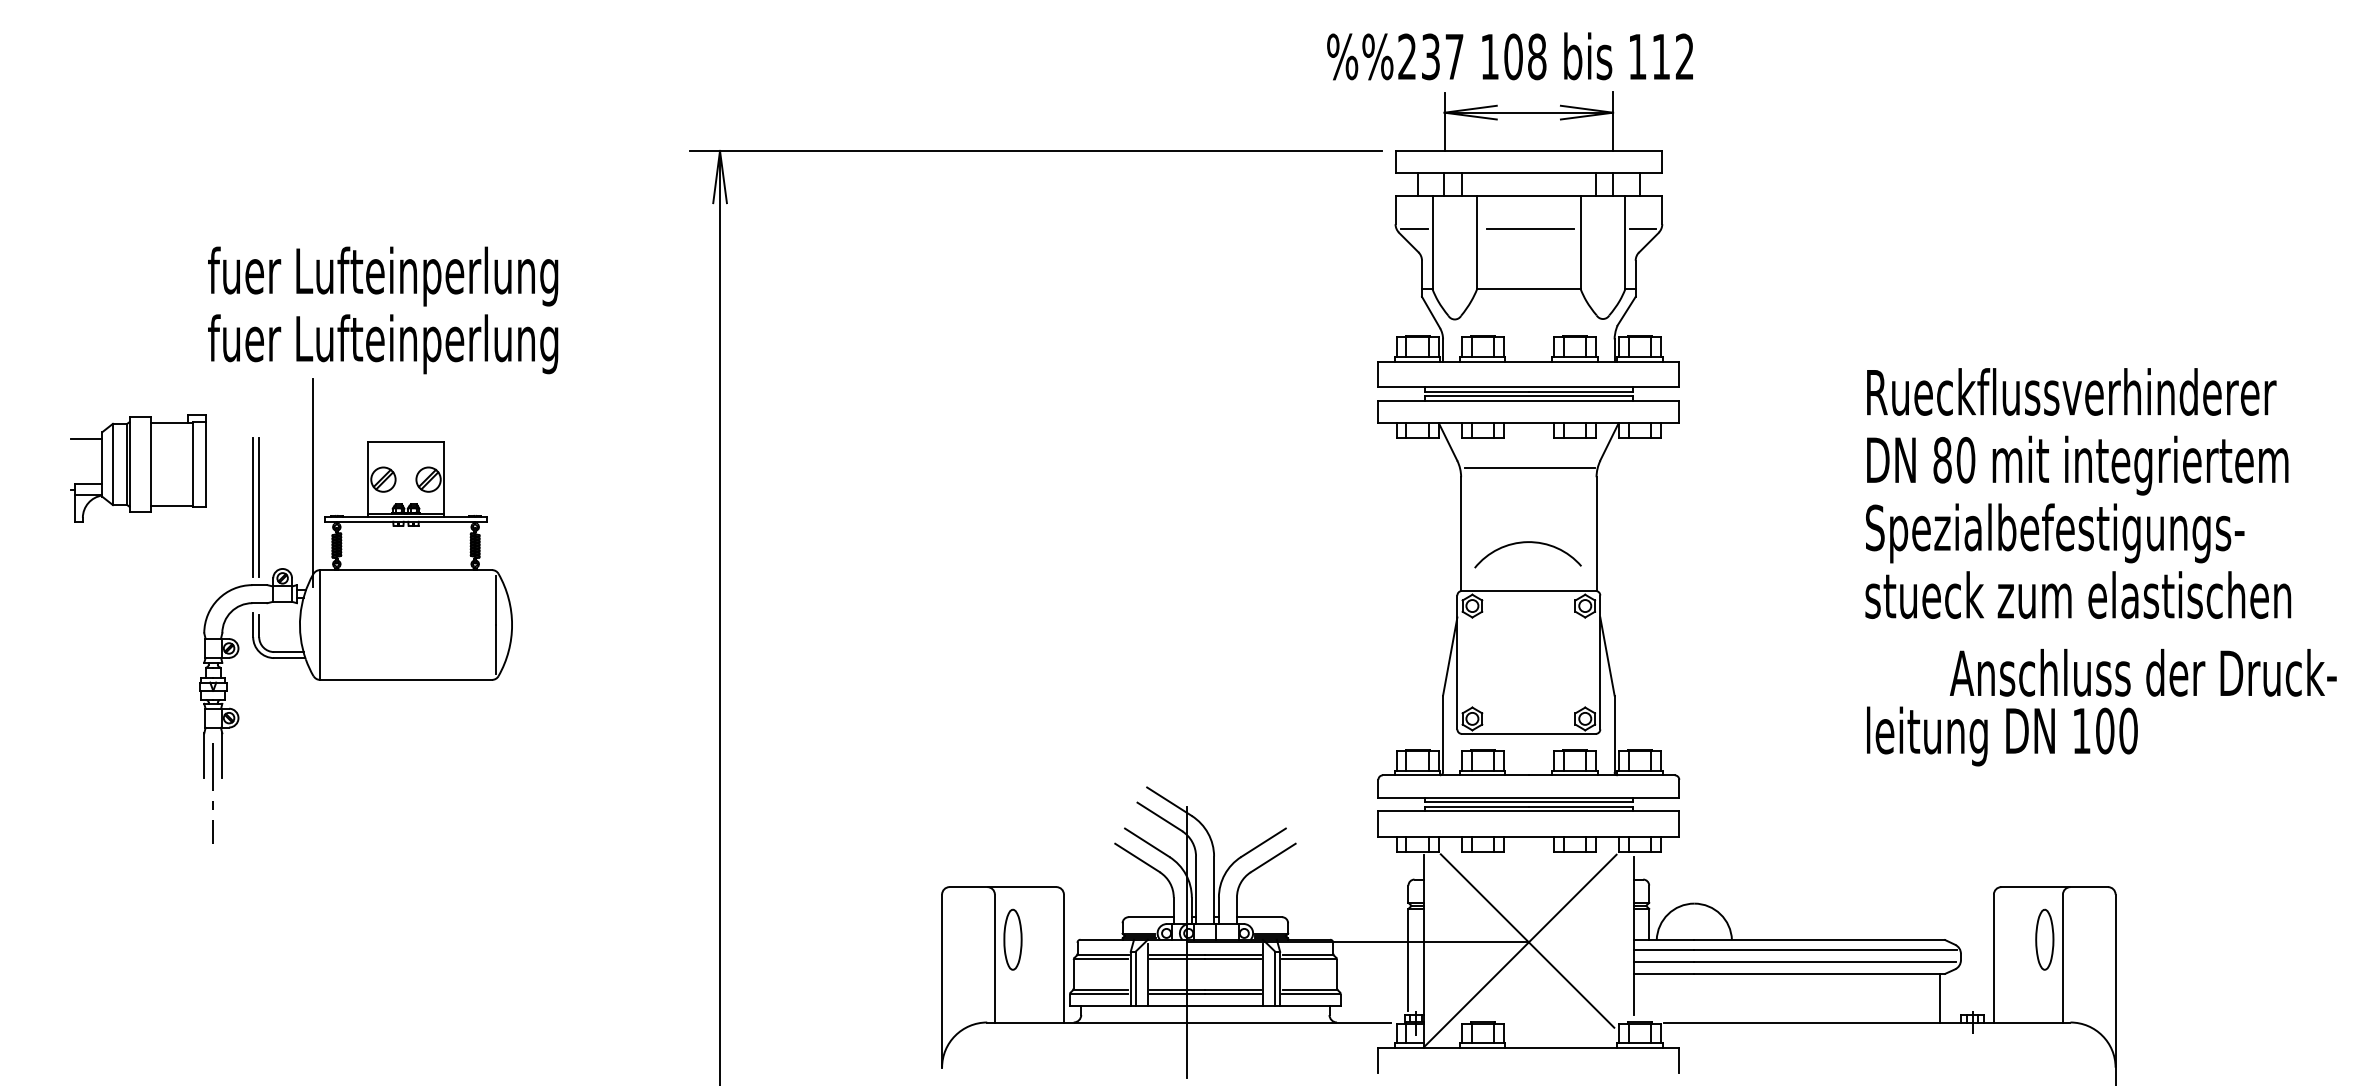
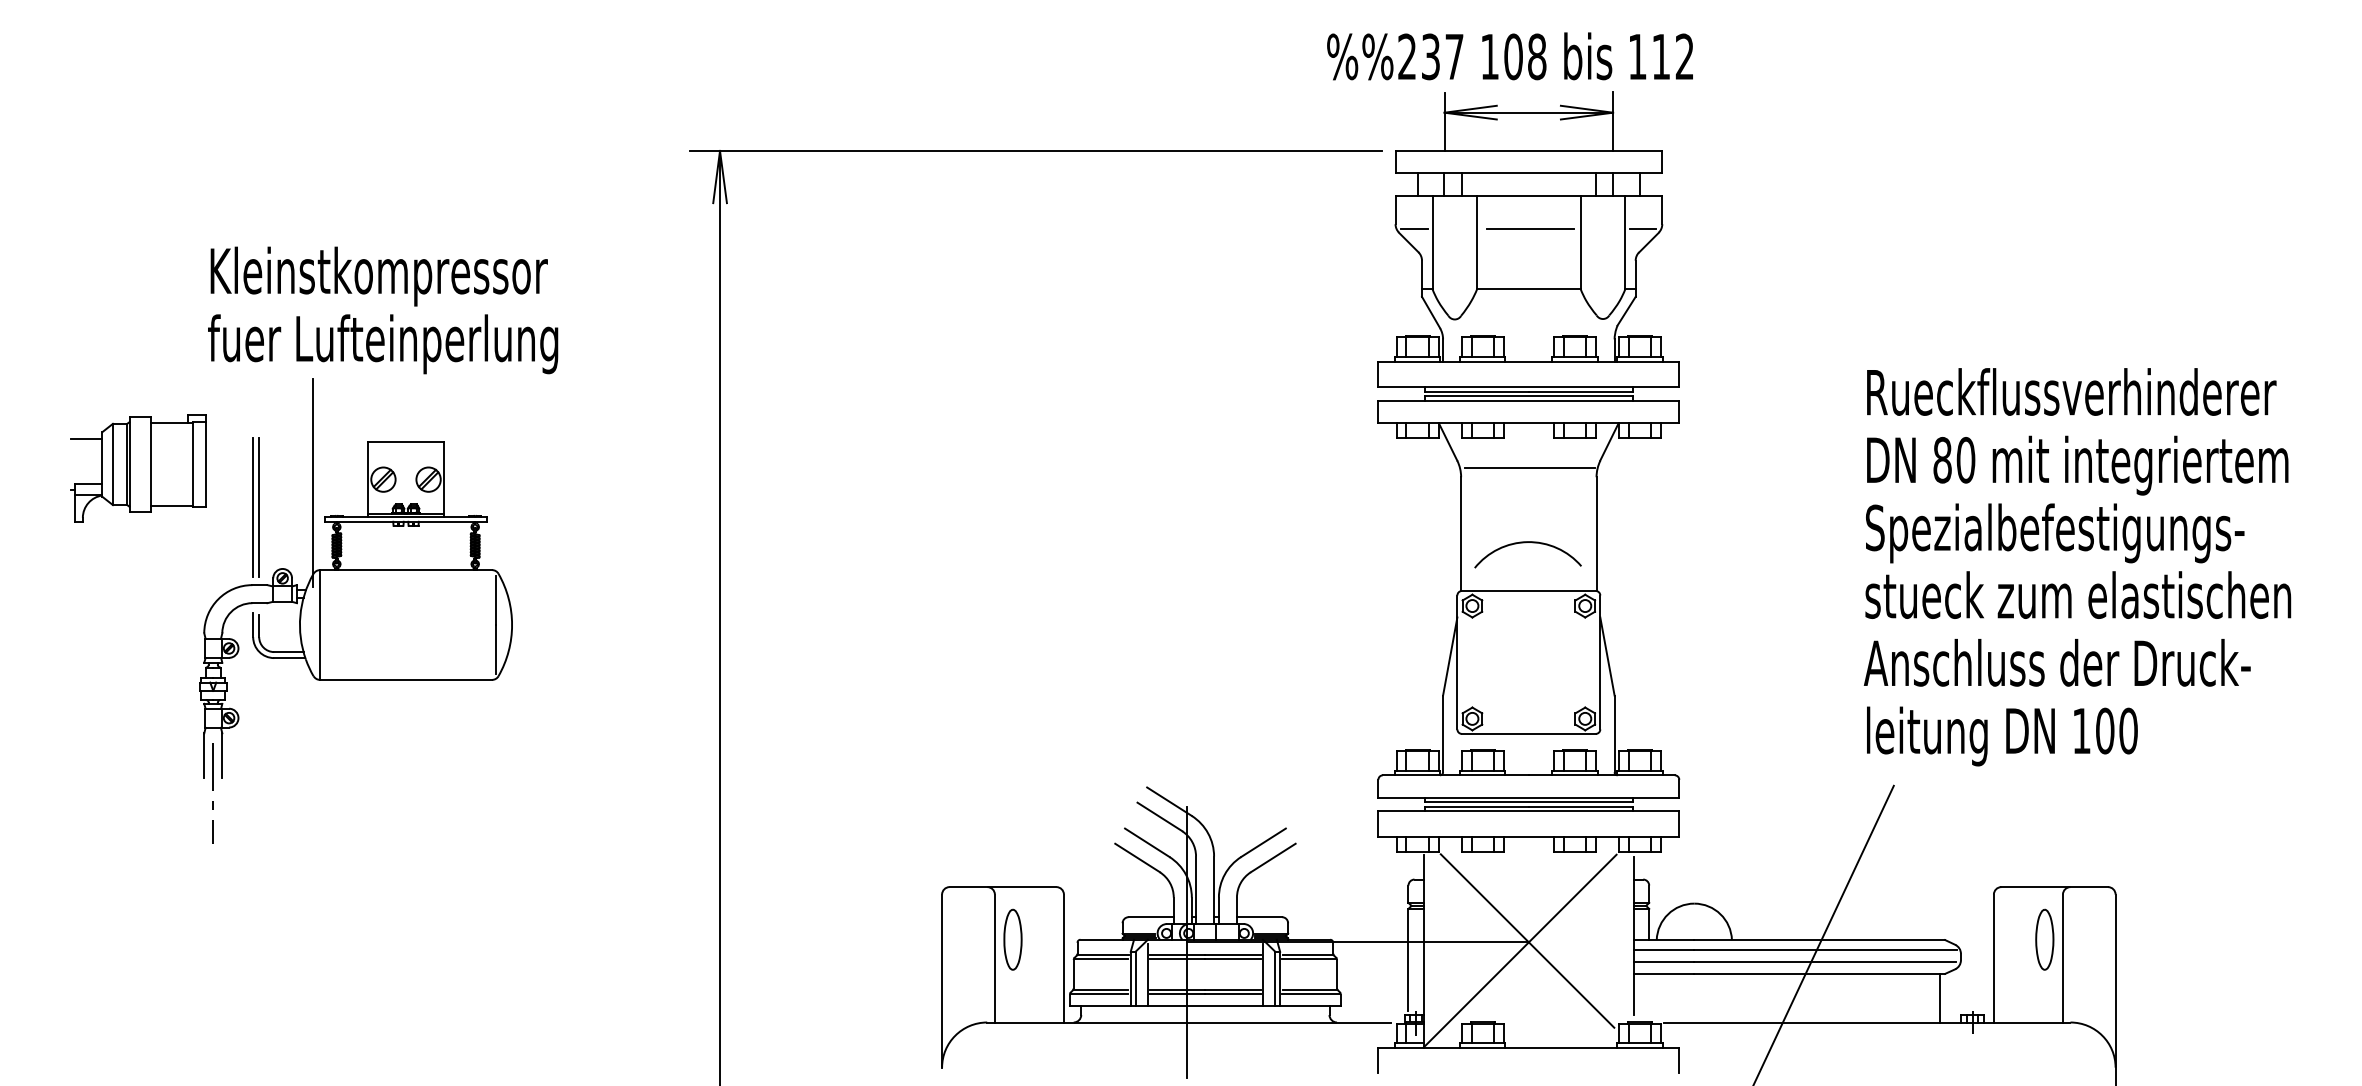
text at (383, 276): fuer Lufteinperlung -> Kleinstkompressor
text at (2142, 672) position: (2142, 672) -> (2056, 662)
line at (1823, 933): none -> present
